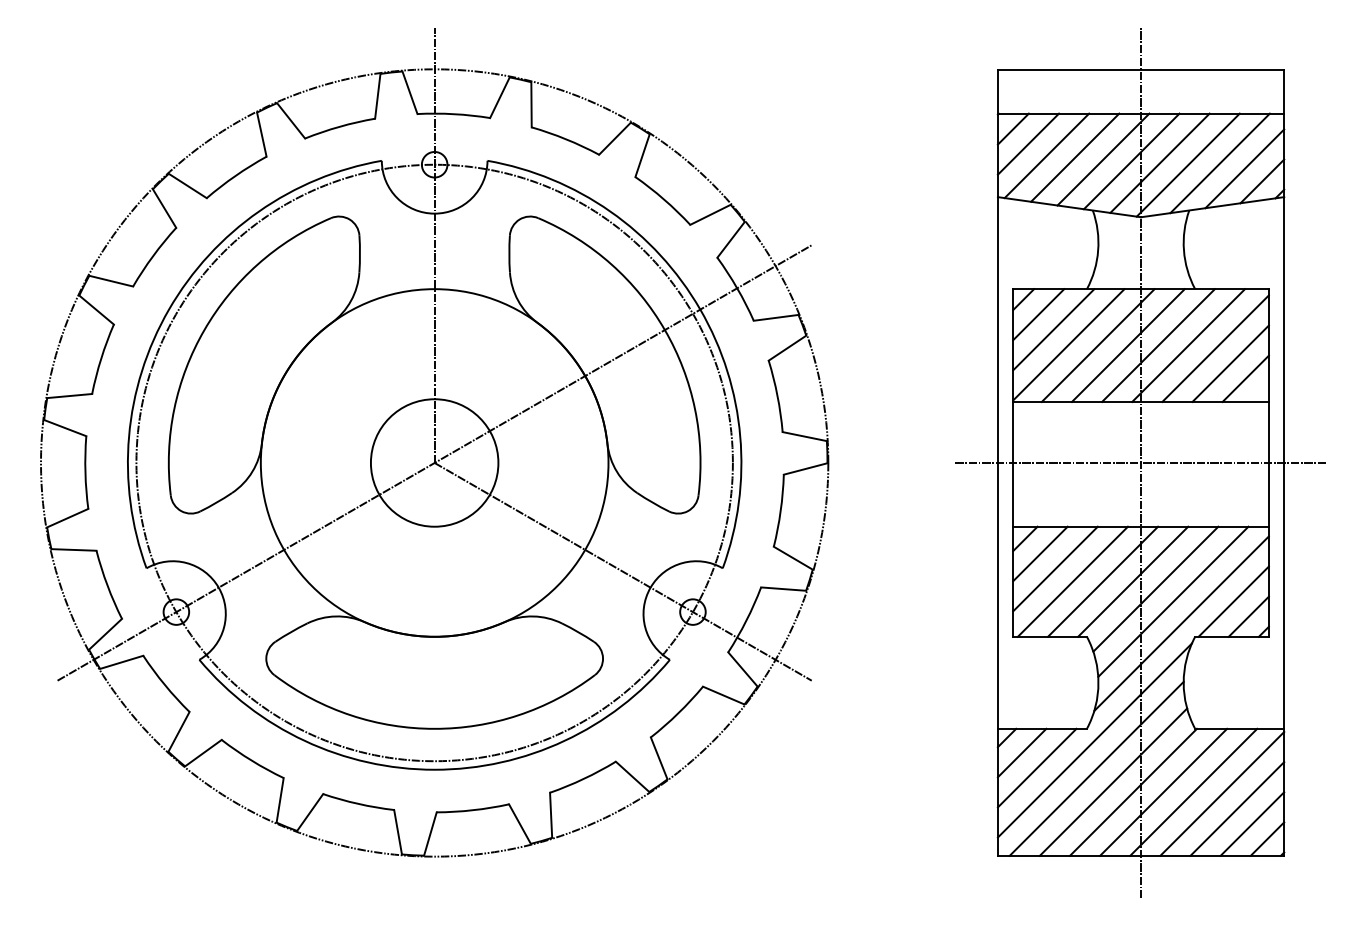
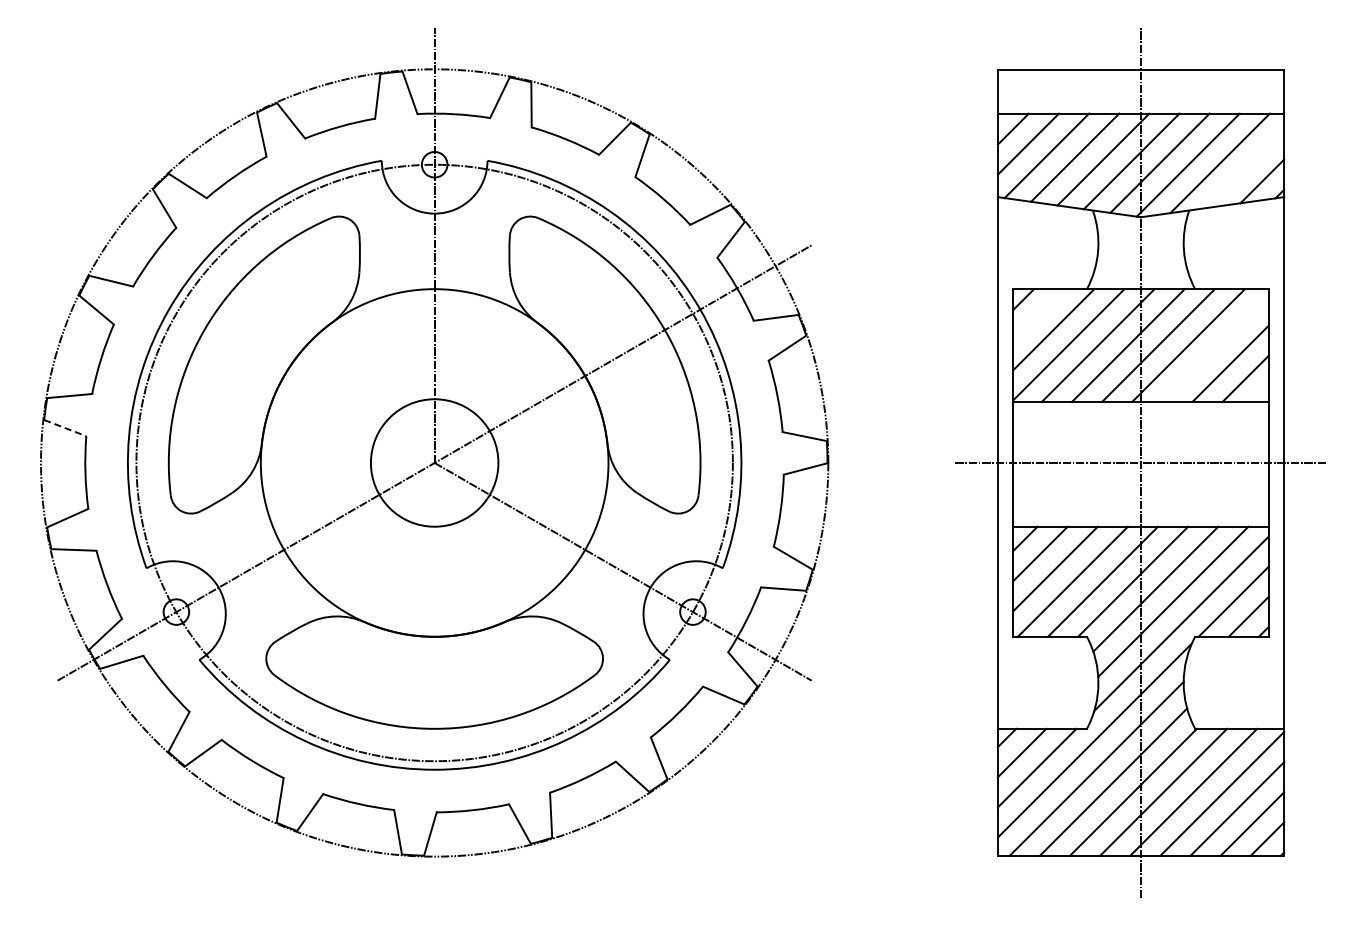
line at (1244, 168): present -> none
line at (1038, 314): present -> none
line at (1215, 348): present -> none
line at (65, 428): solid -> dashed
